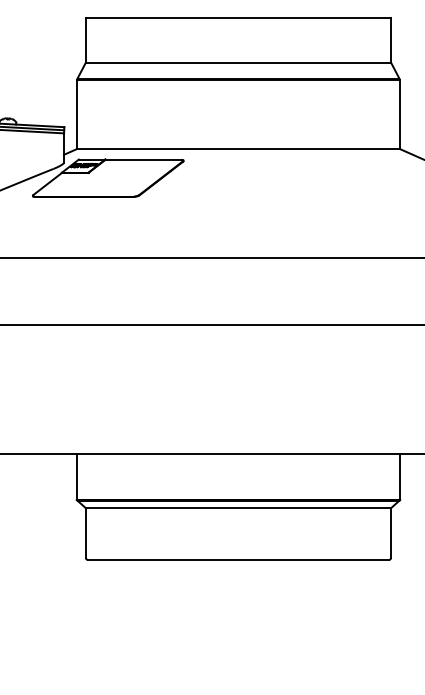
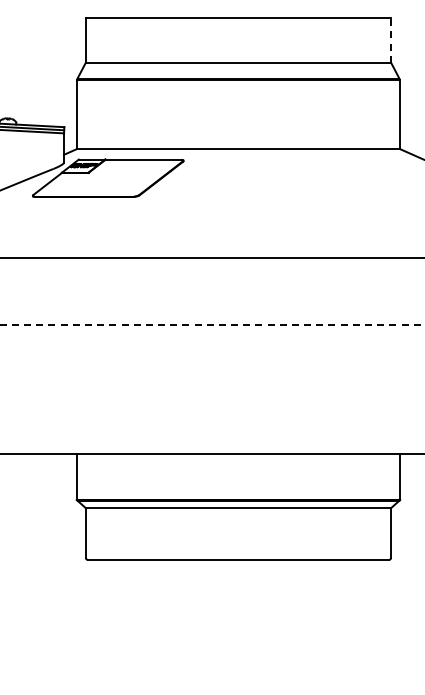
line at (391, 40): solid -> dashed
line at (212, 324): solid -> dashed
